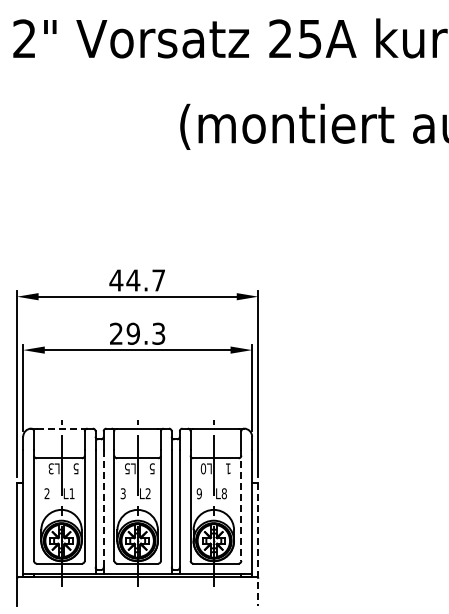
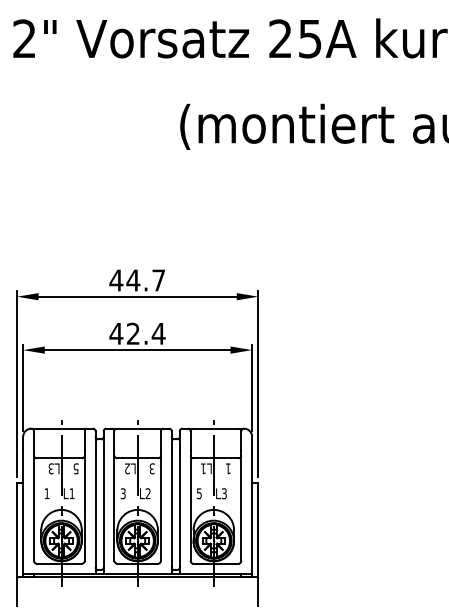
text at (137, 333): 29.3 -> 42.4
line at (59, 428): dashed -> solid
text at (127, 468): L5 -> L2
text at (203, 468): L0 -> L1
text at (152, 469): 5 -> 3
text at (46, 493): 2 -> 1
text at (198, 493): 9 -> 5
text at (223, 493): L8 -> L3
line at (241, 506): dashed -> solid
line at (103, 508): dashed -> solid
line at (258, 544): dashed -> solid
